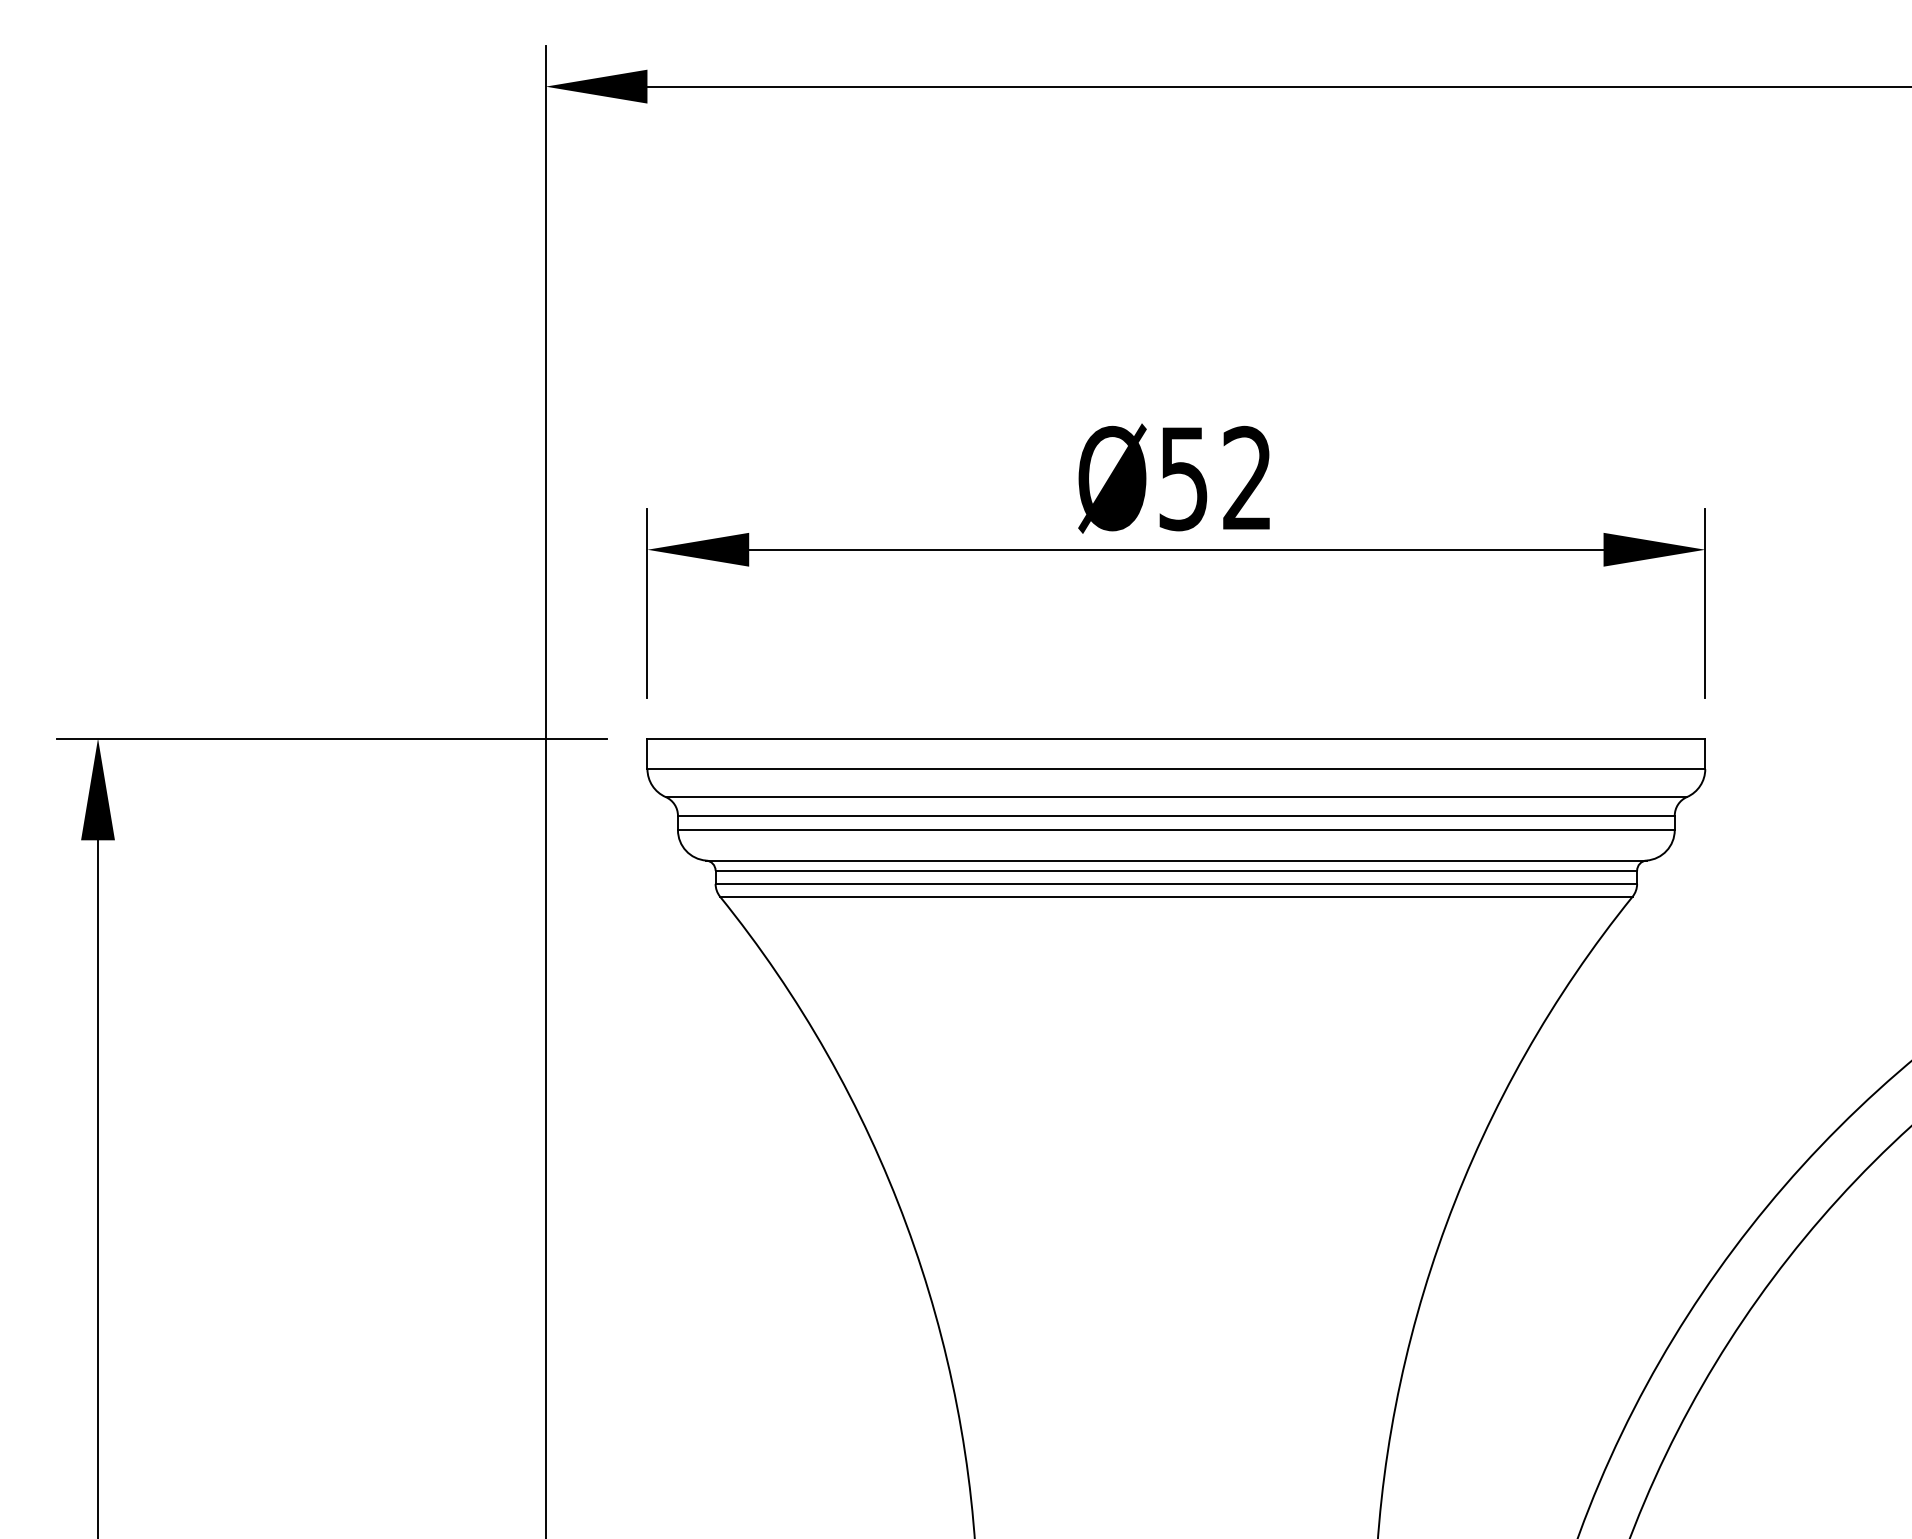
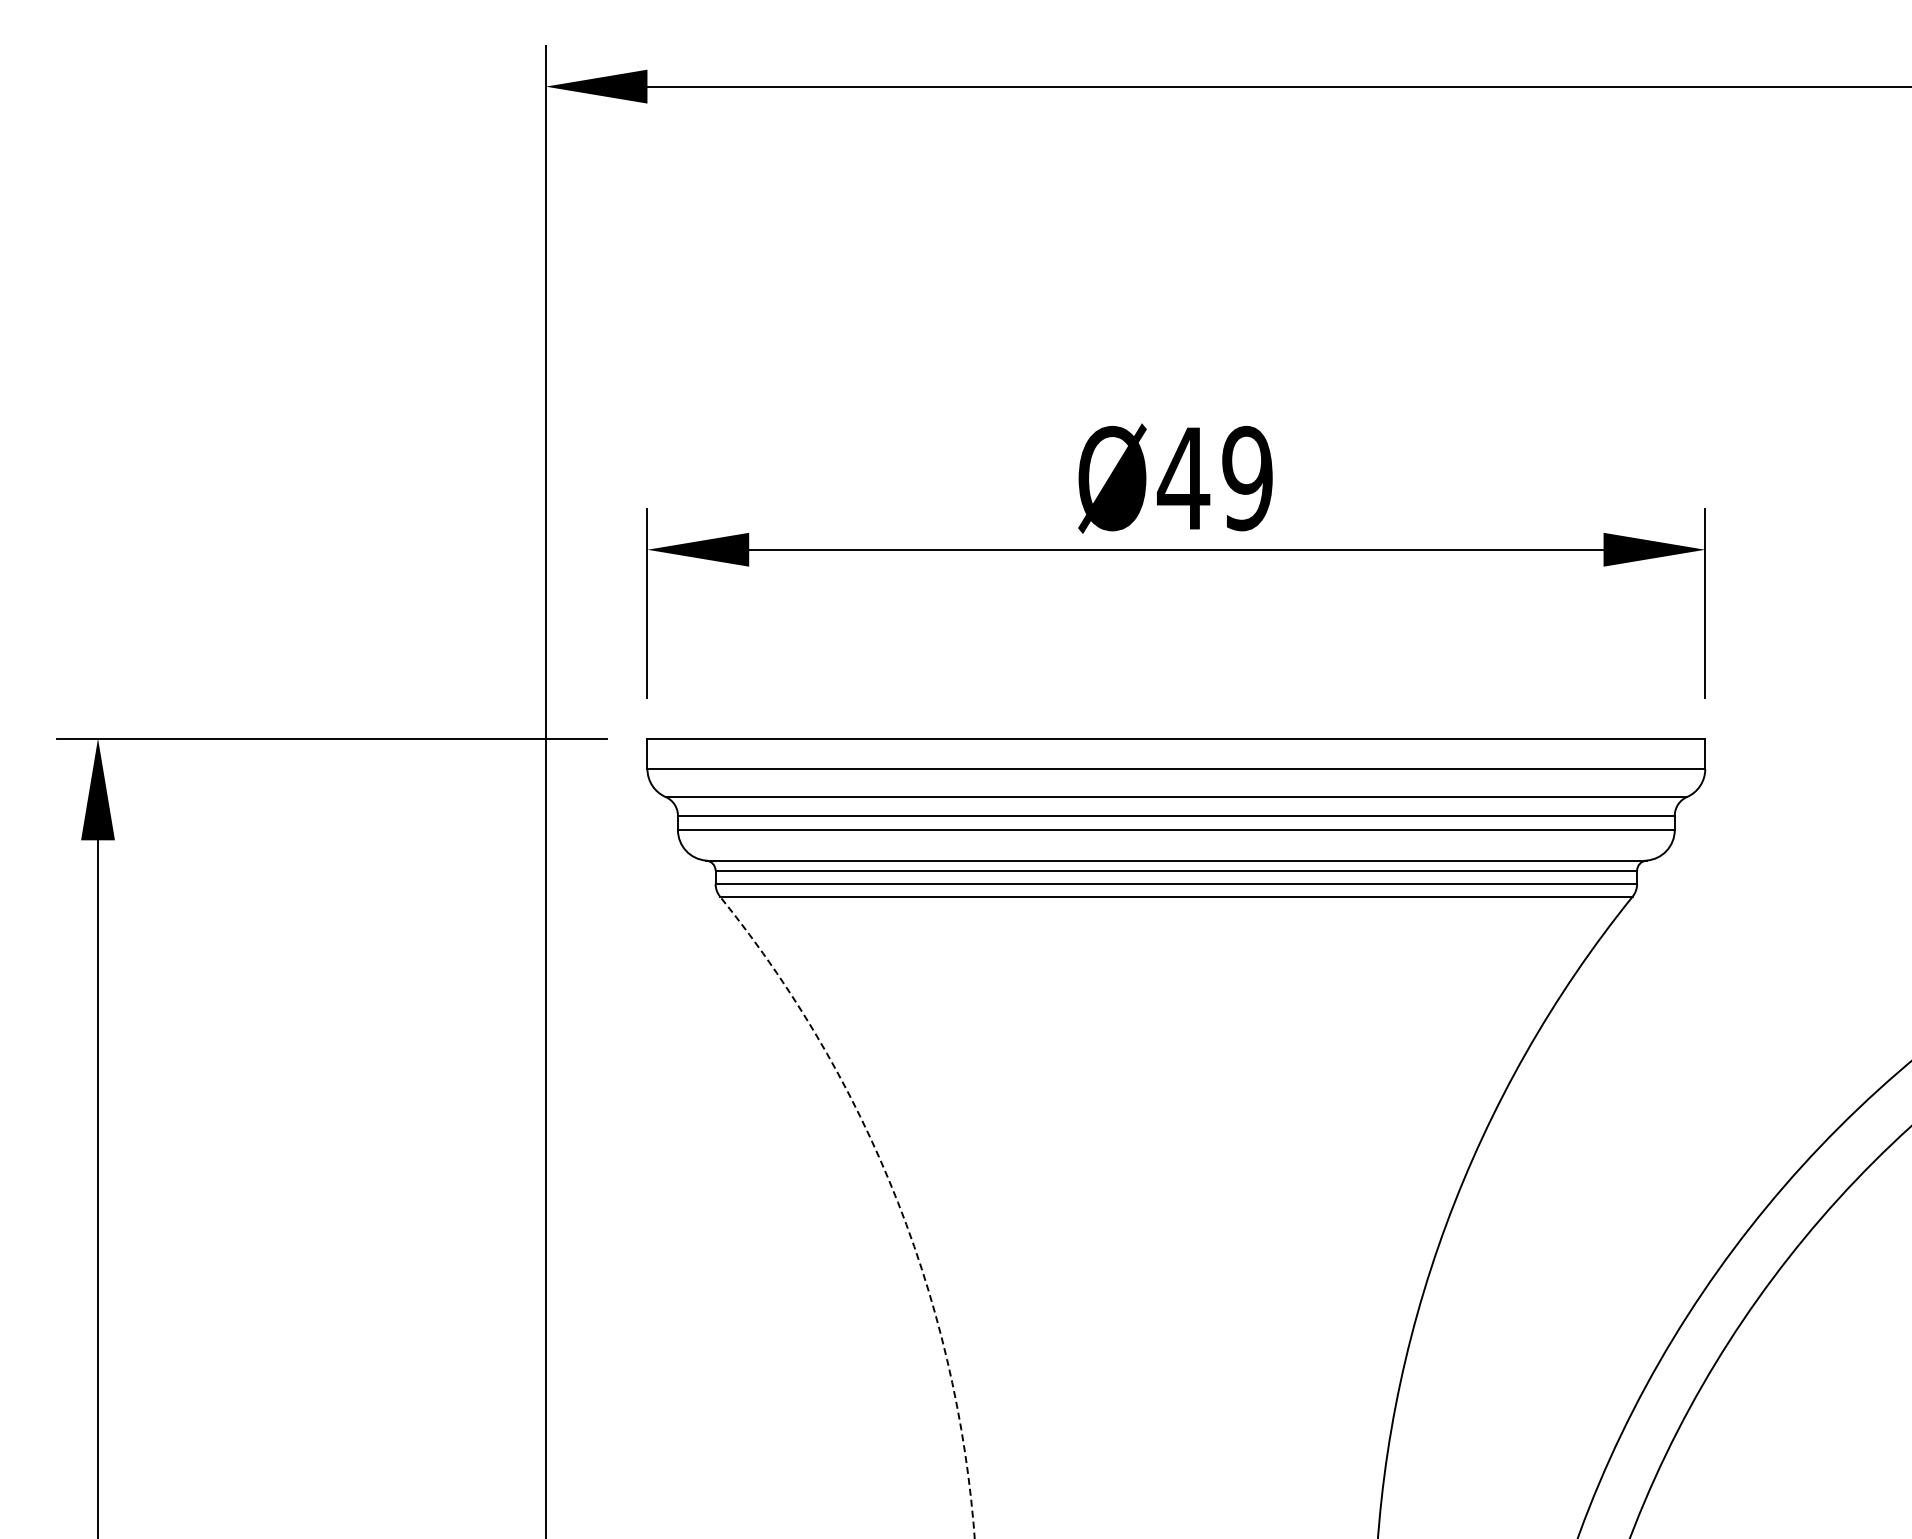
text at (1214, 478): Ø52 -> Ø49
arc at (896, 1198): solid -> dashed
